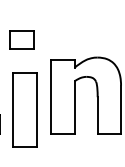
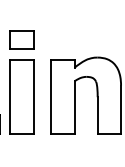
part at (24, 109) position: (24, 109) -> (21, 96)
